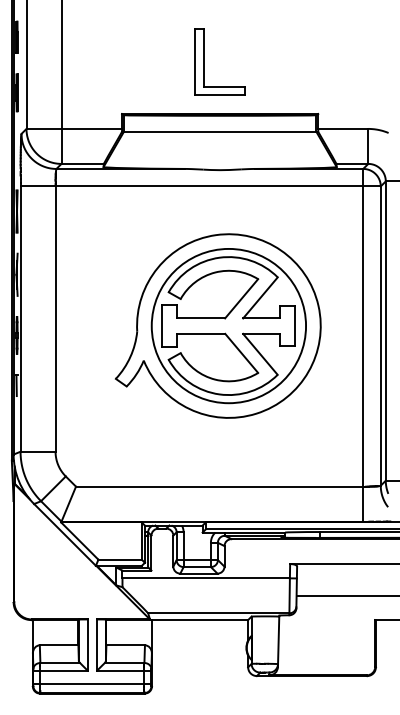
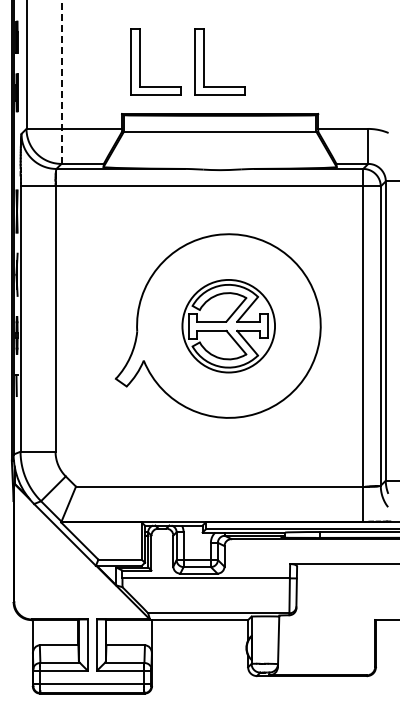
part at (140, 61): none -> present
line at (61, 82): solid -> dashed
part at (228, 326) size: 157x157 px -> 95x95 px
line at (346, 595): present -> none
